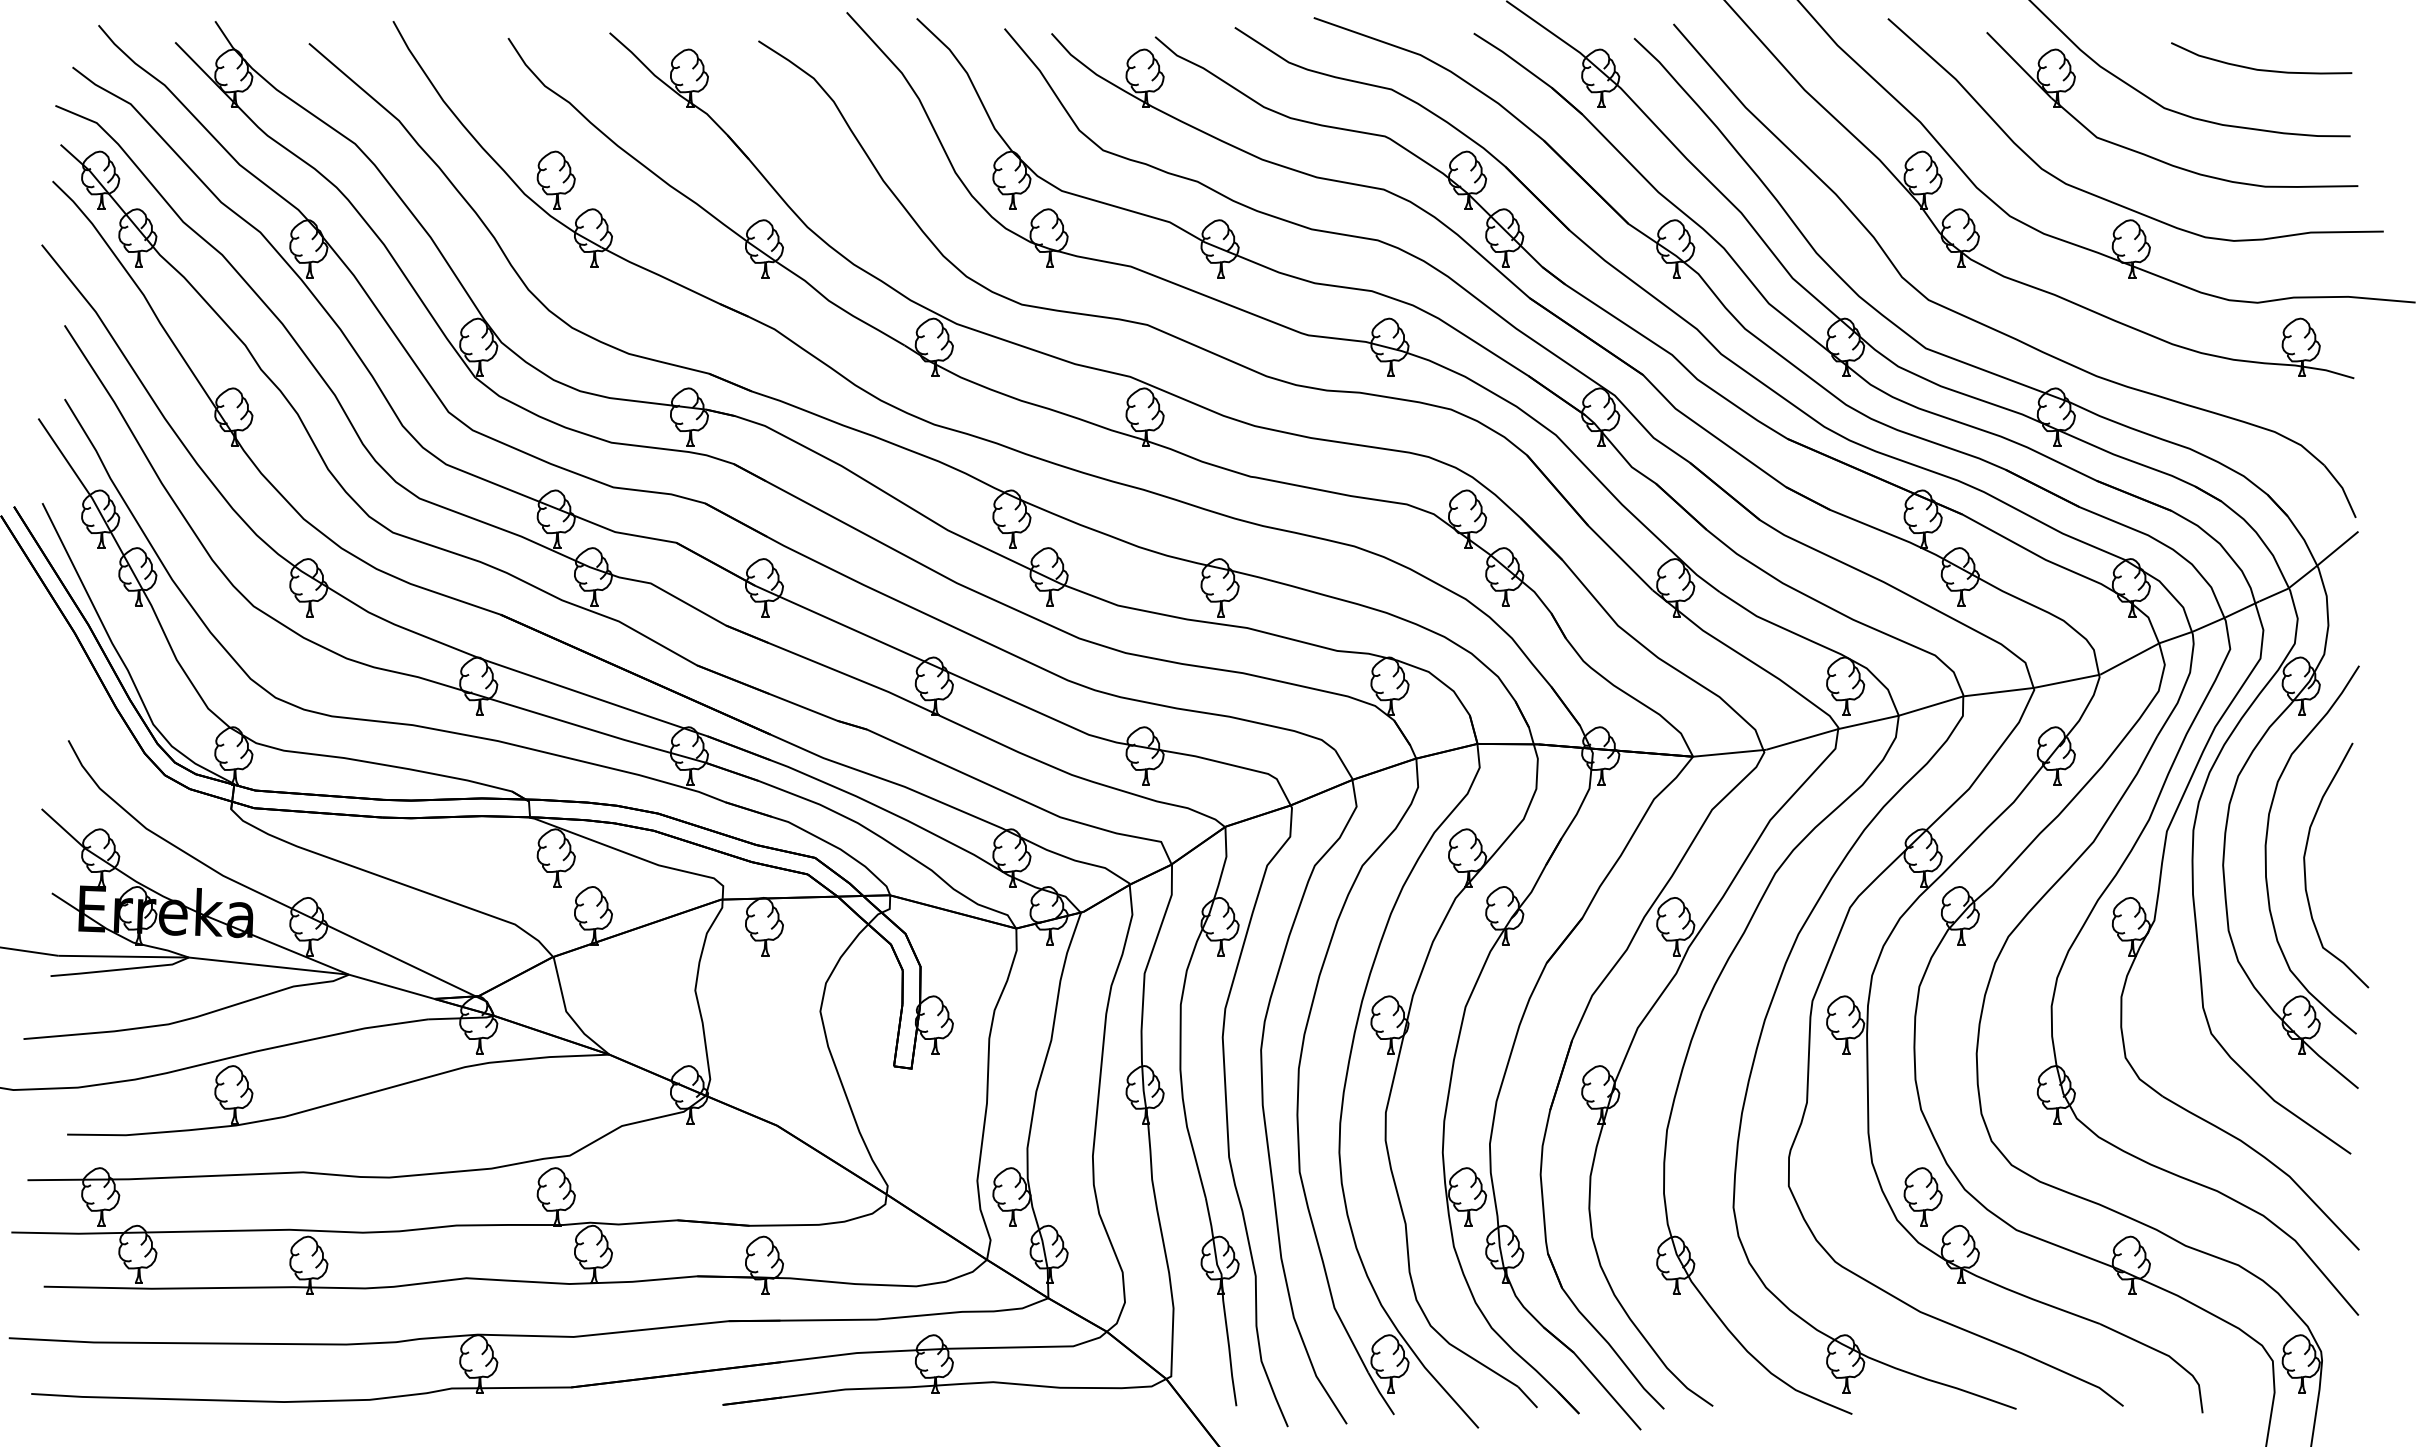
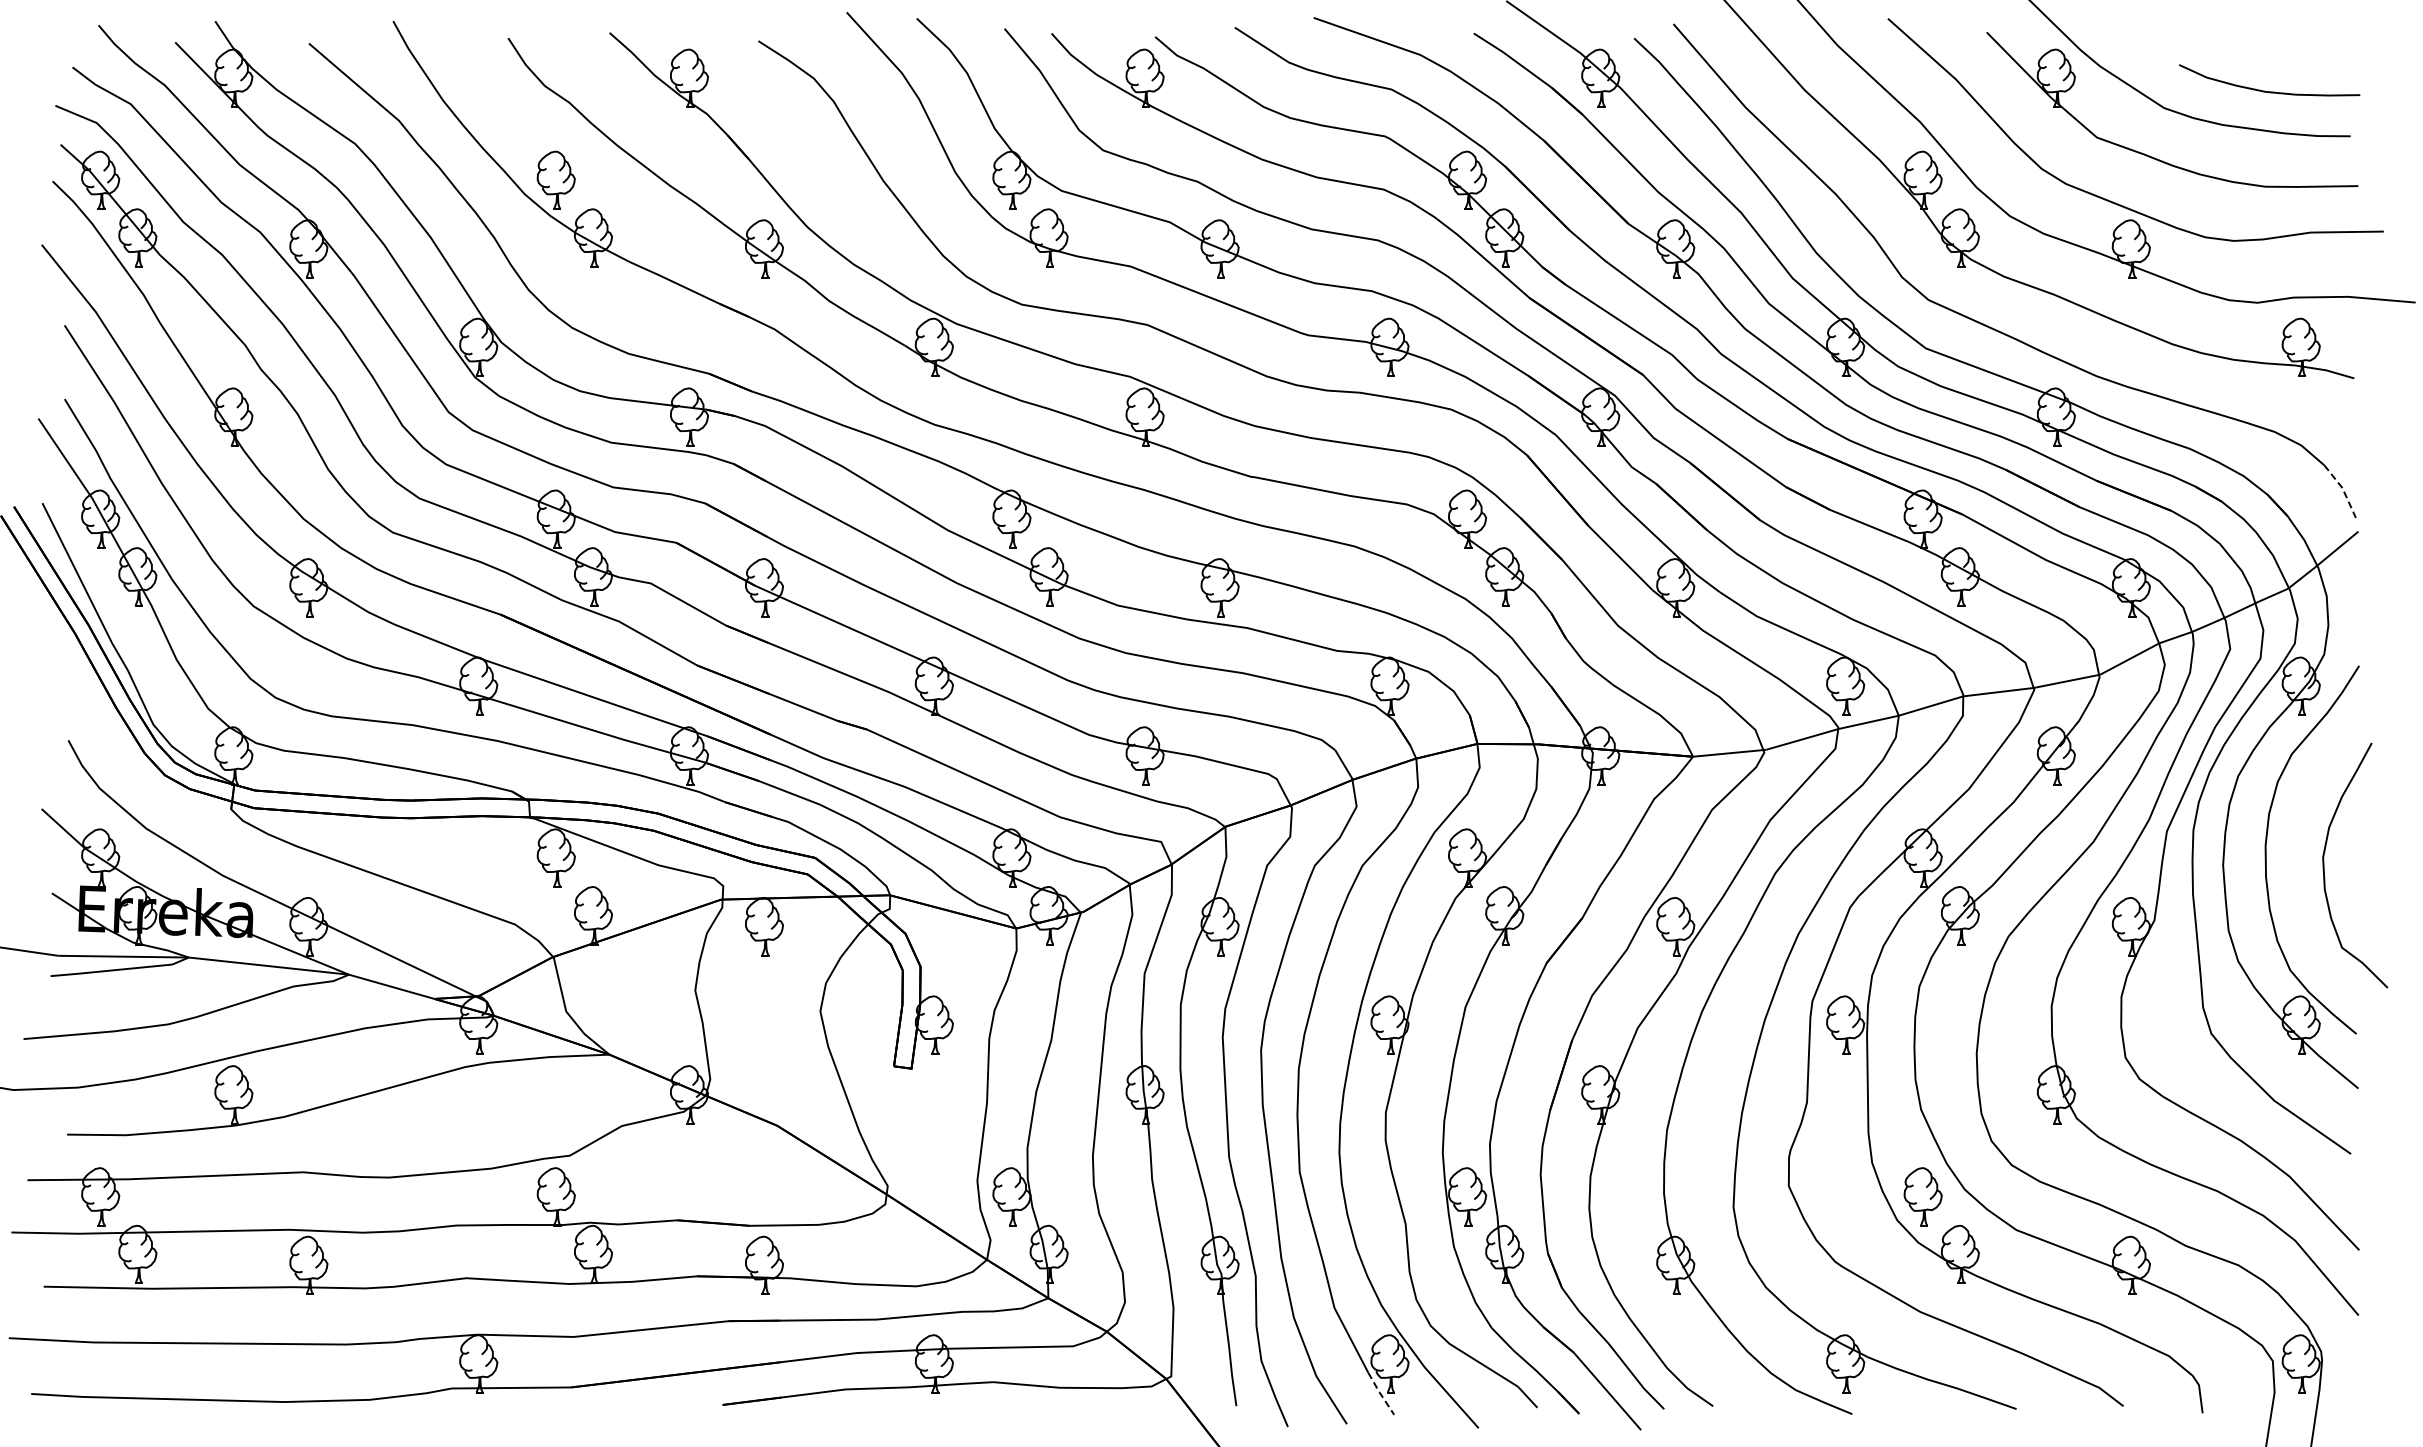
curve at (2257, 68) position: (2257, 68) -> (2265, 90)
line at (2343, 489): solid -> dashed
curve at (2305, 865) position: (2305, 865) -> (2324, 865)
line at (1380, 1394): solid -> dashed
